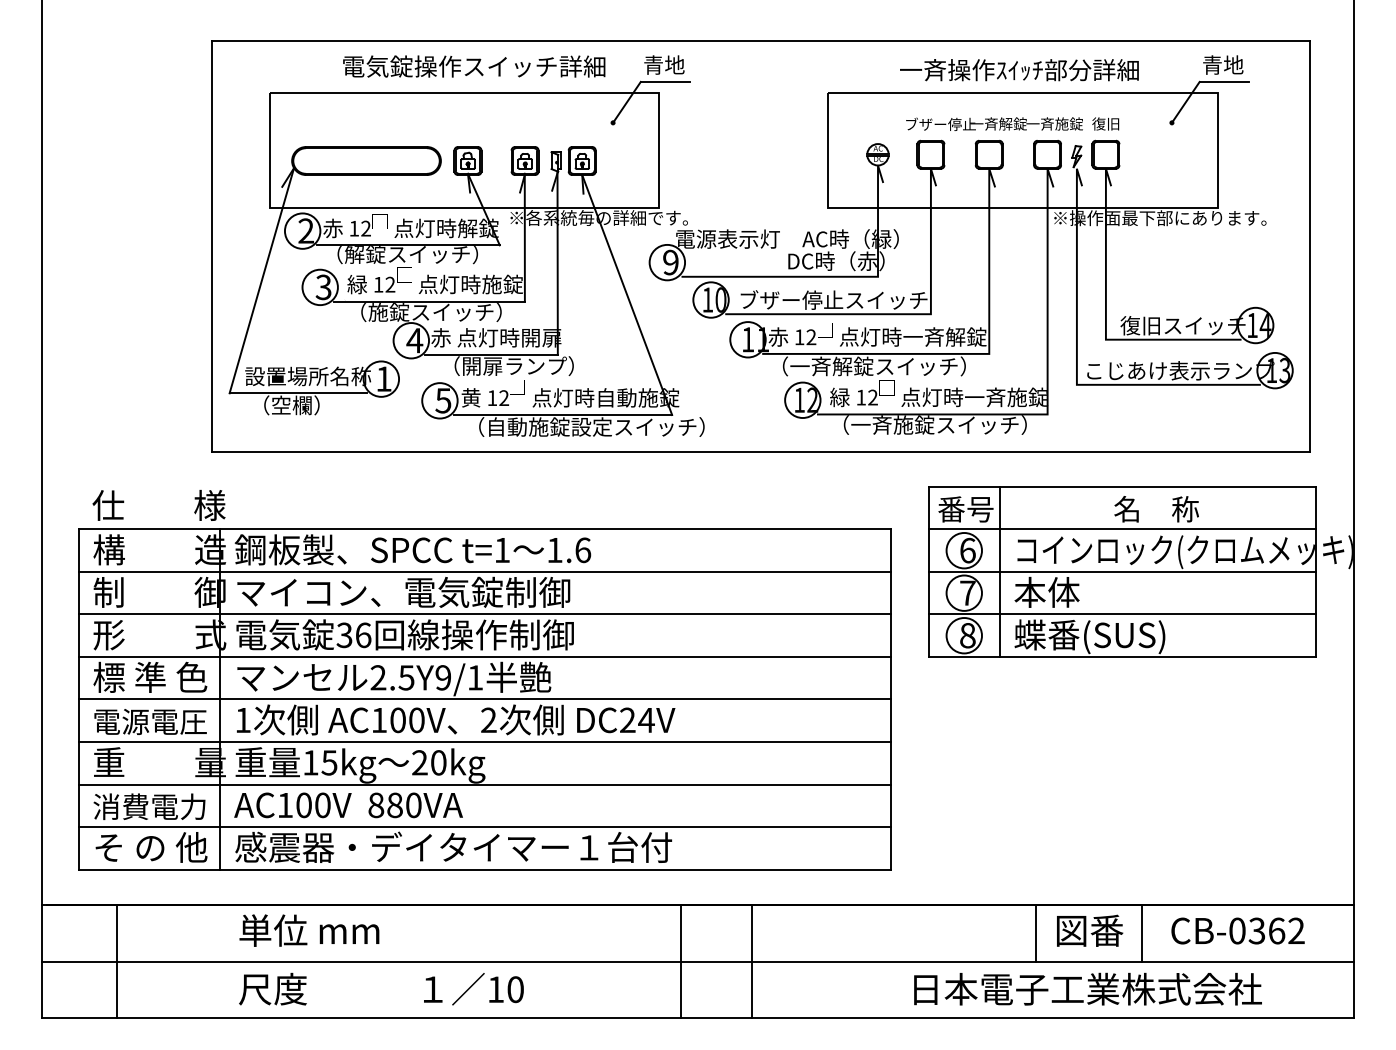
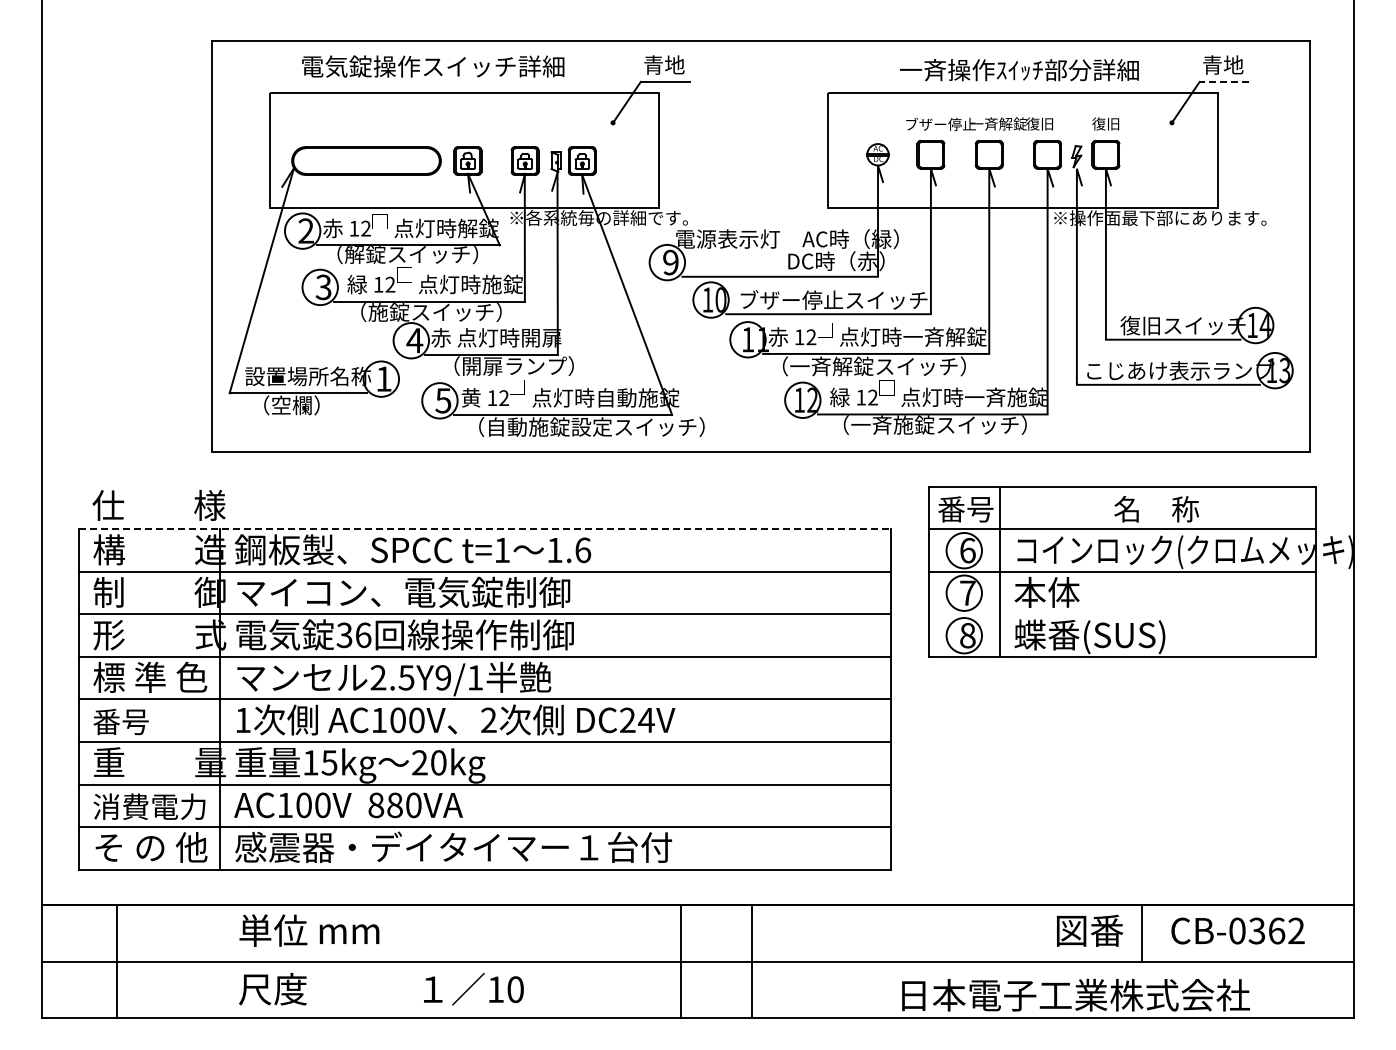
text at (474, 66) position: (474, 66) -> (433, 66)
line at (1224, 81): solid -> dashed
text at (1054, 123): 一斉施錠 -> 復旧
line at (485, 529): solid -> dashed
line at (1121, 614): present -> none
text at (149, 721): 電源電圧 -> 番号
line at (1035, 932): present -> none
text at (1087, 988) position: (1087, 988) -> (1075, 994)
